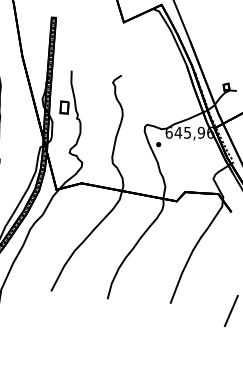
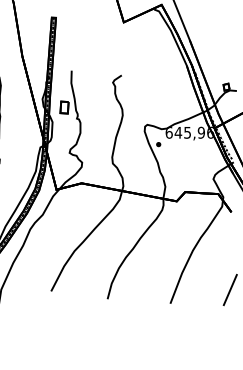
line at (230, 311) position: (230, 311) -> (229, 290)
